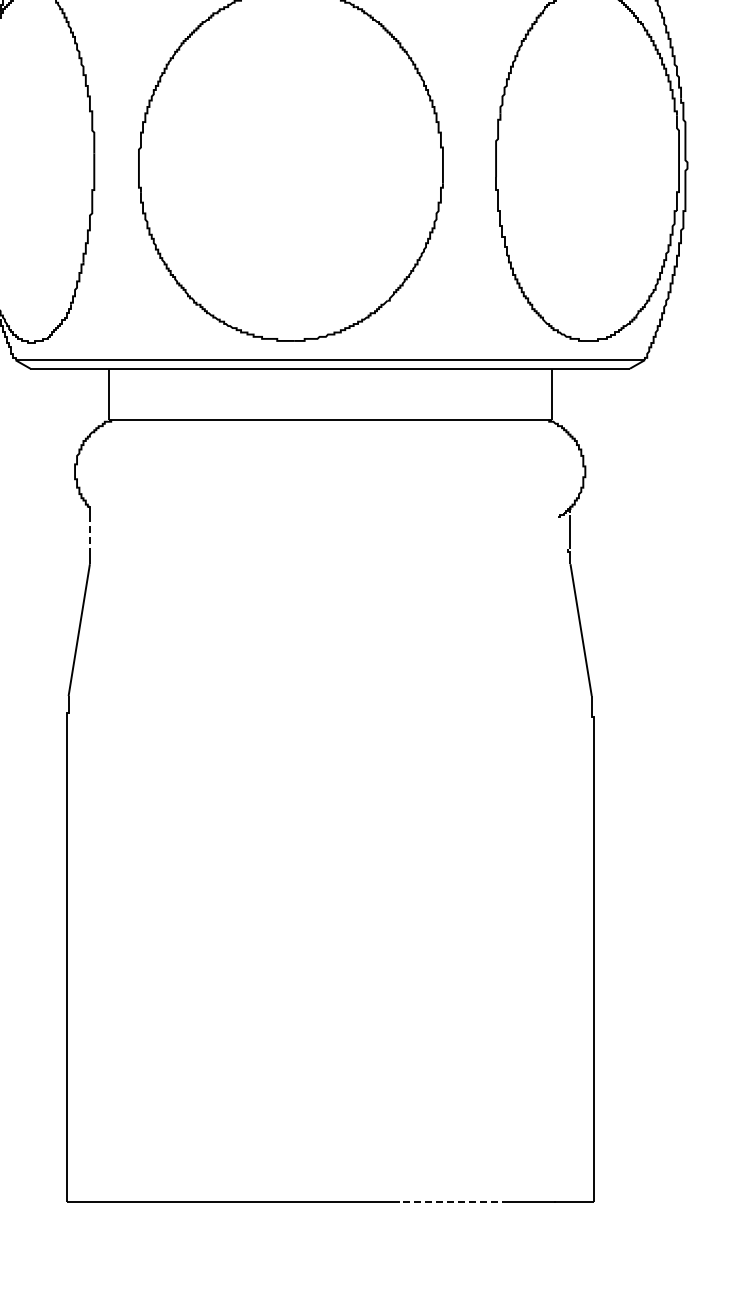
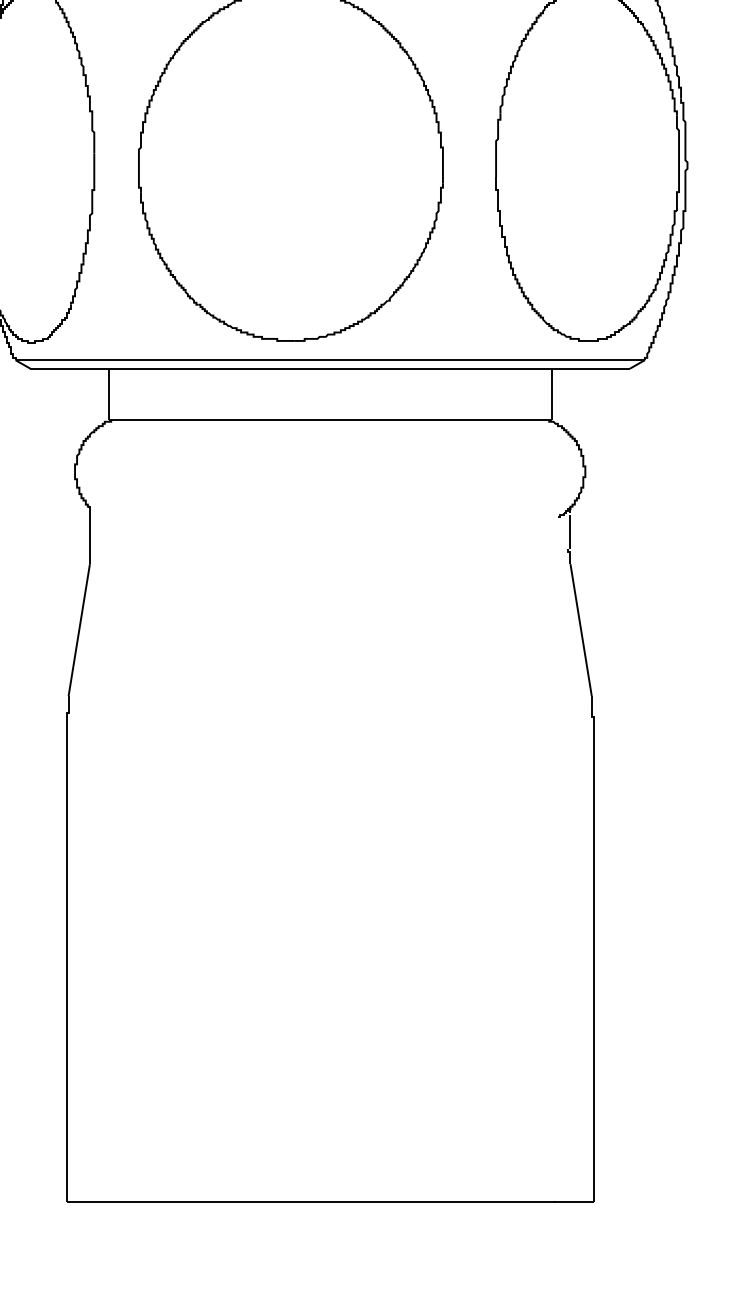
line at (89, 532): dashed -> solid
line at (454, 1202): dashed -> solid
